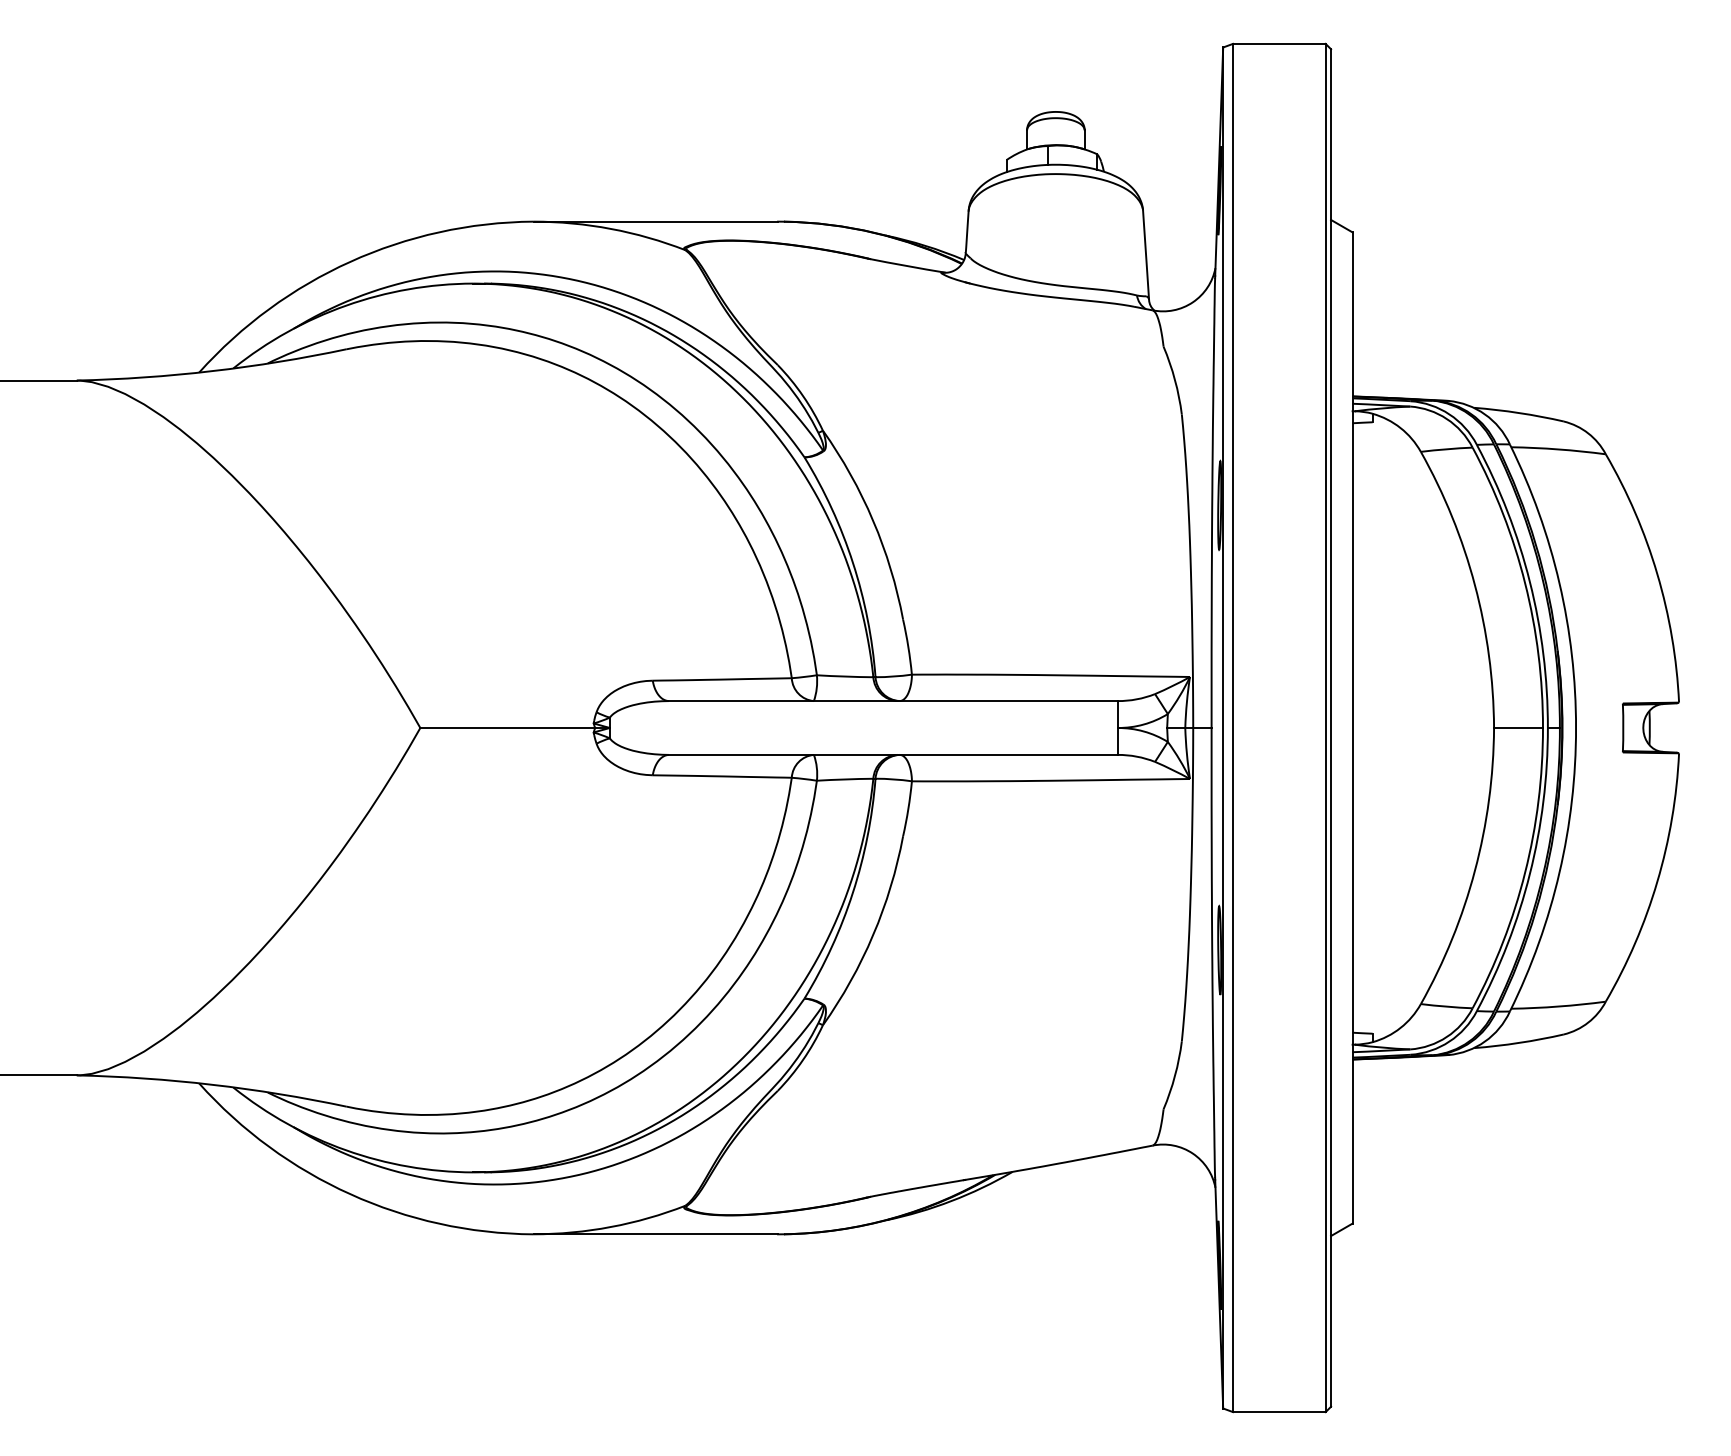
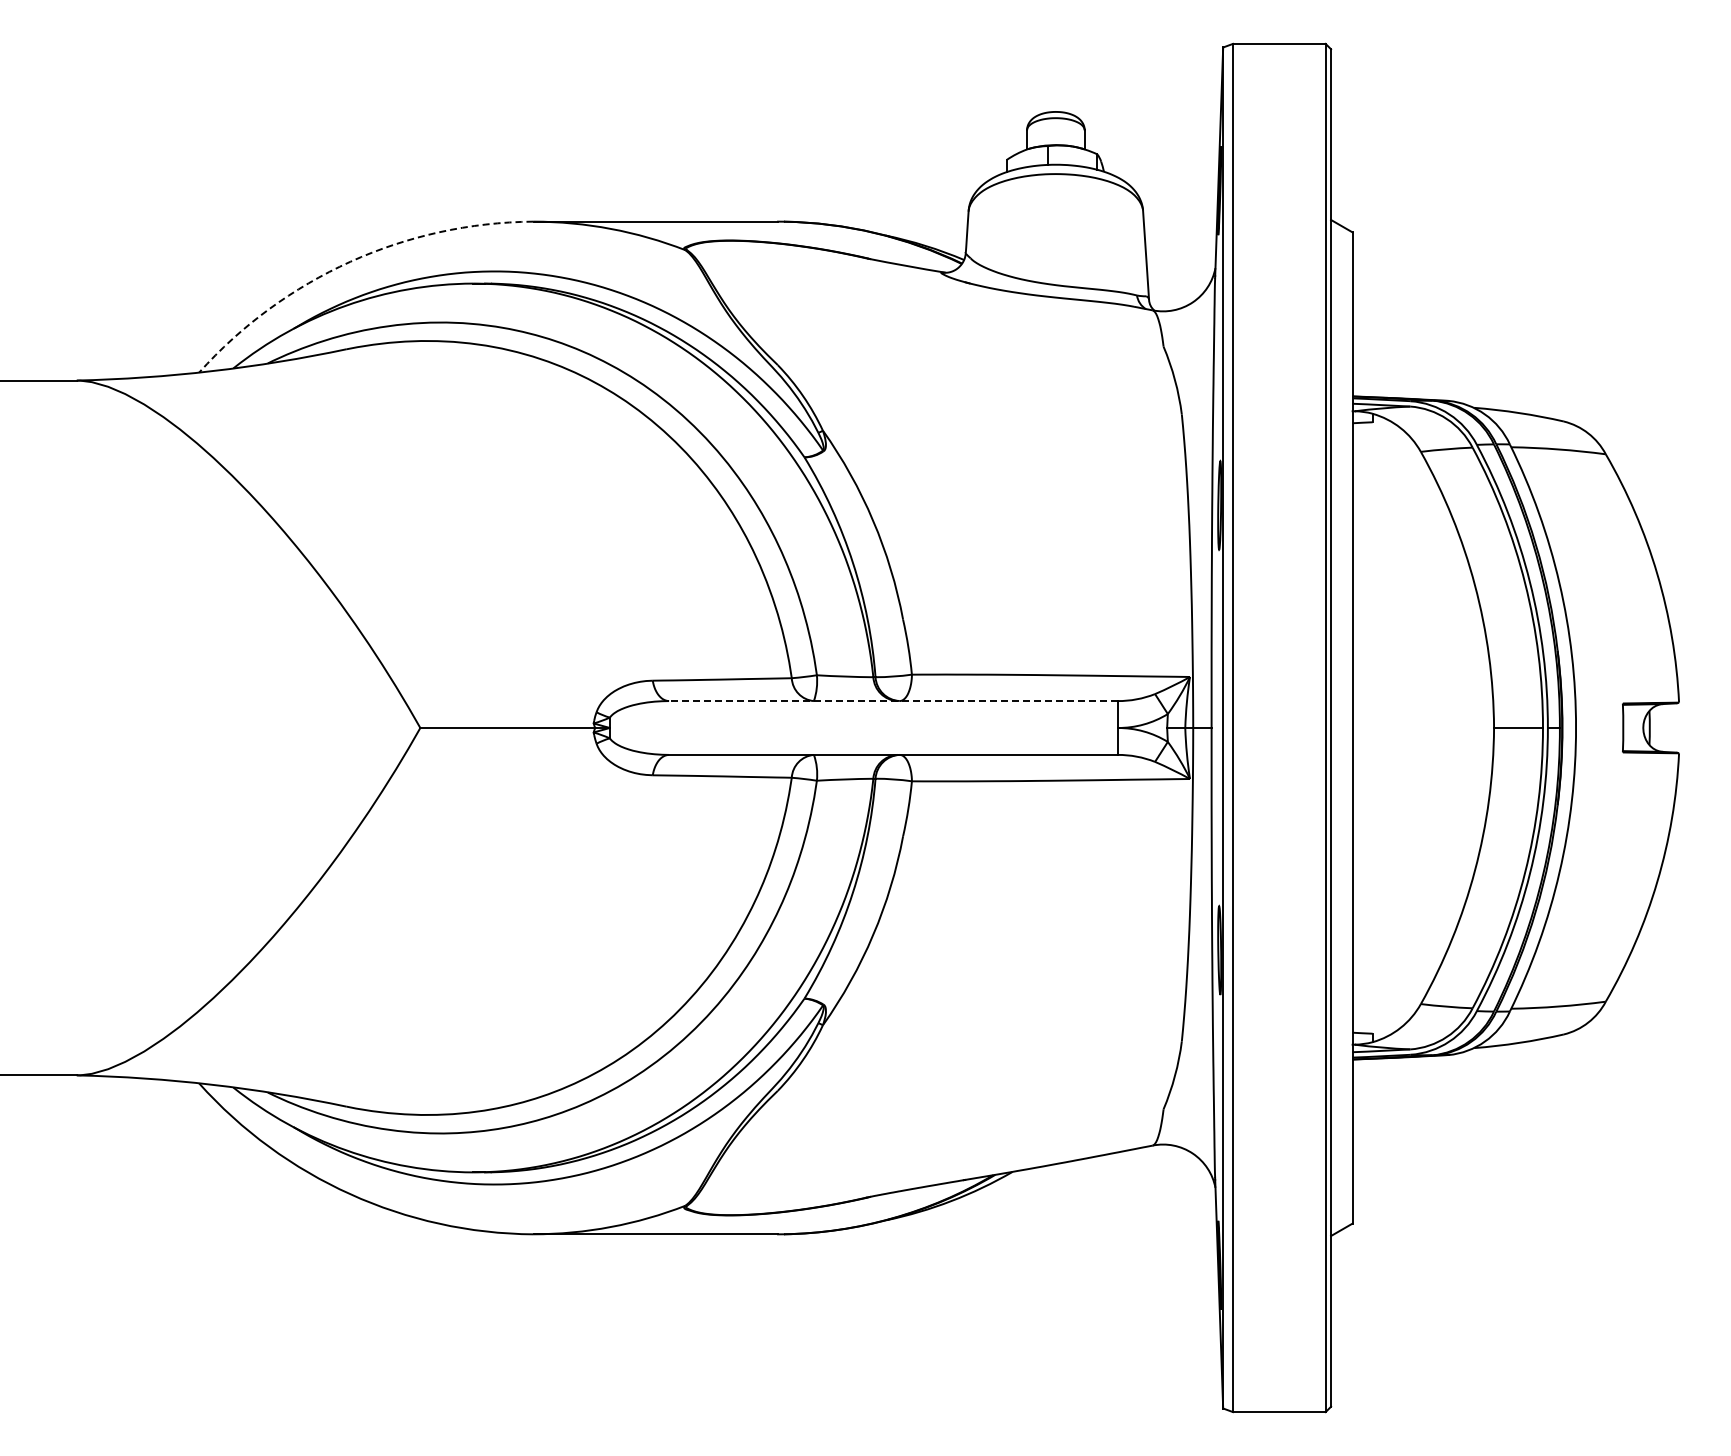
arc at (350, 261): solid -> dashed
line at (892, 701): solid -> dashed
